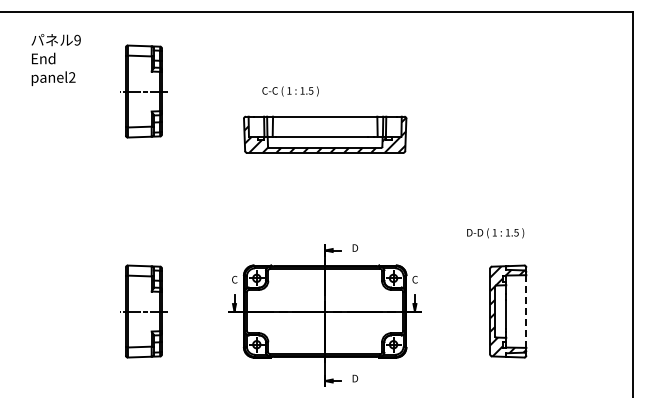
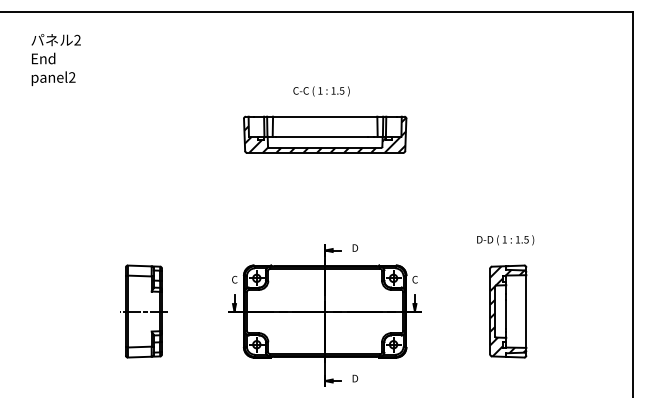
text at (77, 40): 9 -> 2
part at (143, 91): present -> none
text at (290, 91) position: (290, 91) -> (321, 91)
text at (495, 233) position: (495, 233) -> (505, 240)
line at (526, 312): dashed -> solid
